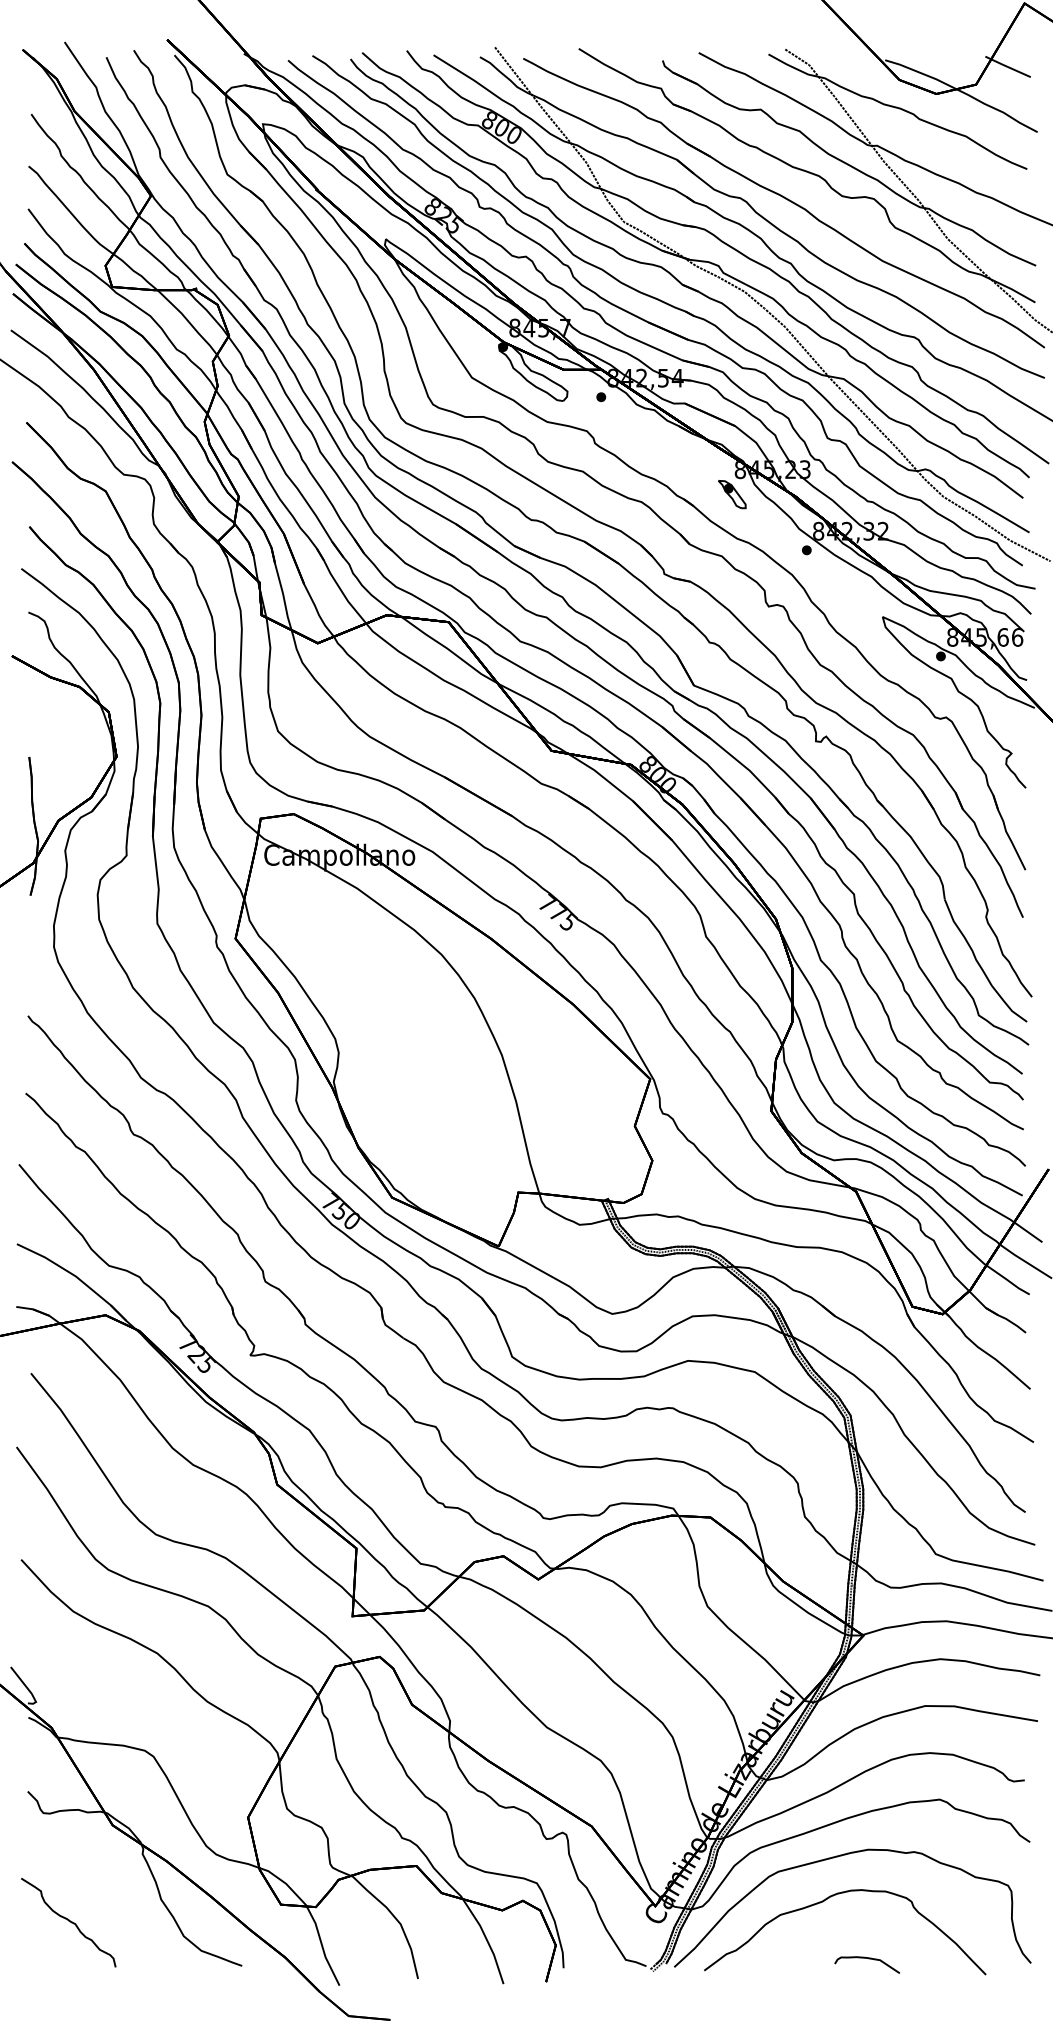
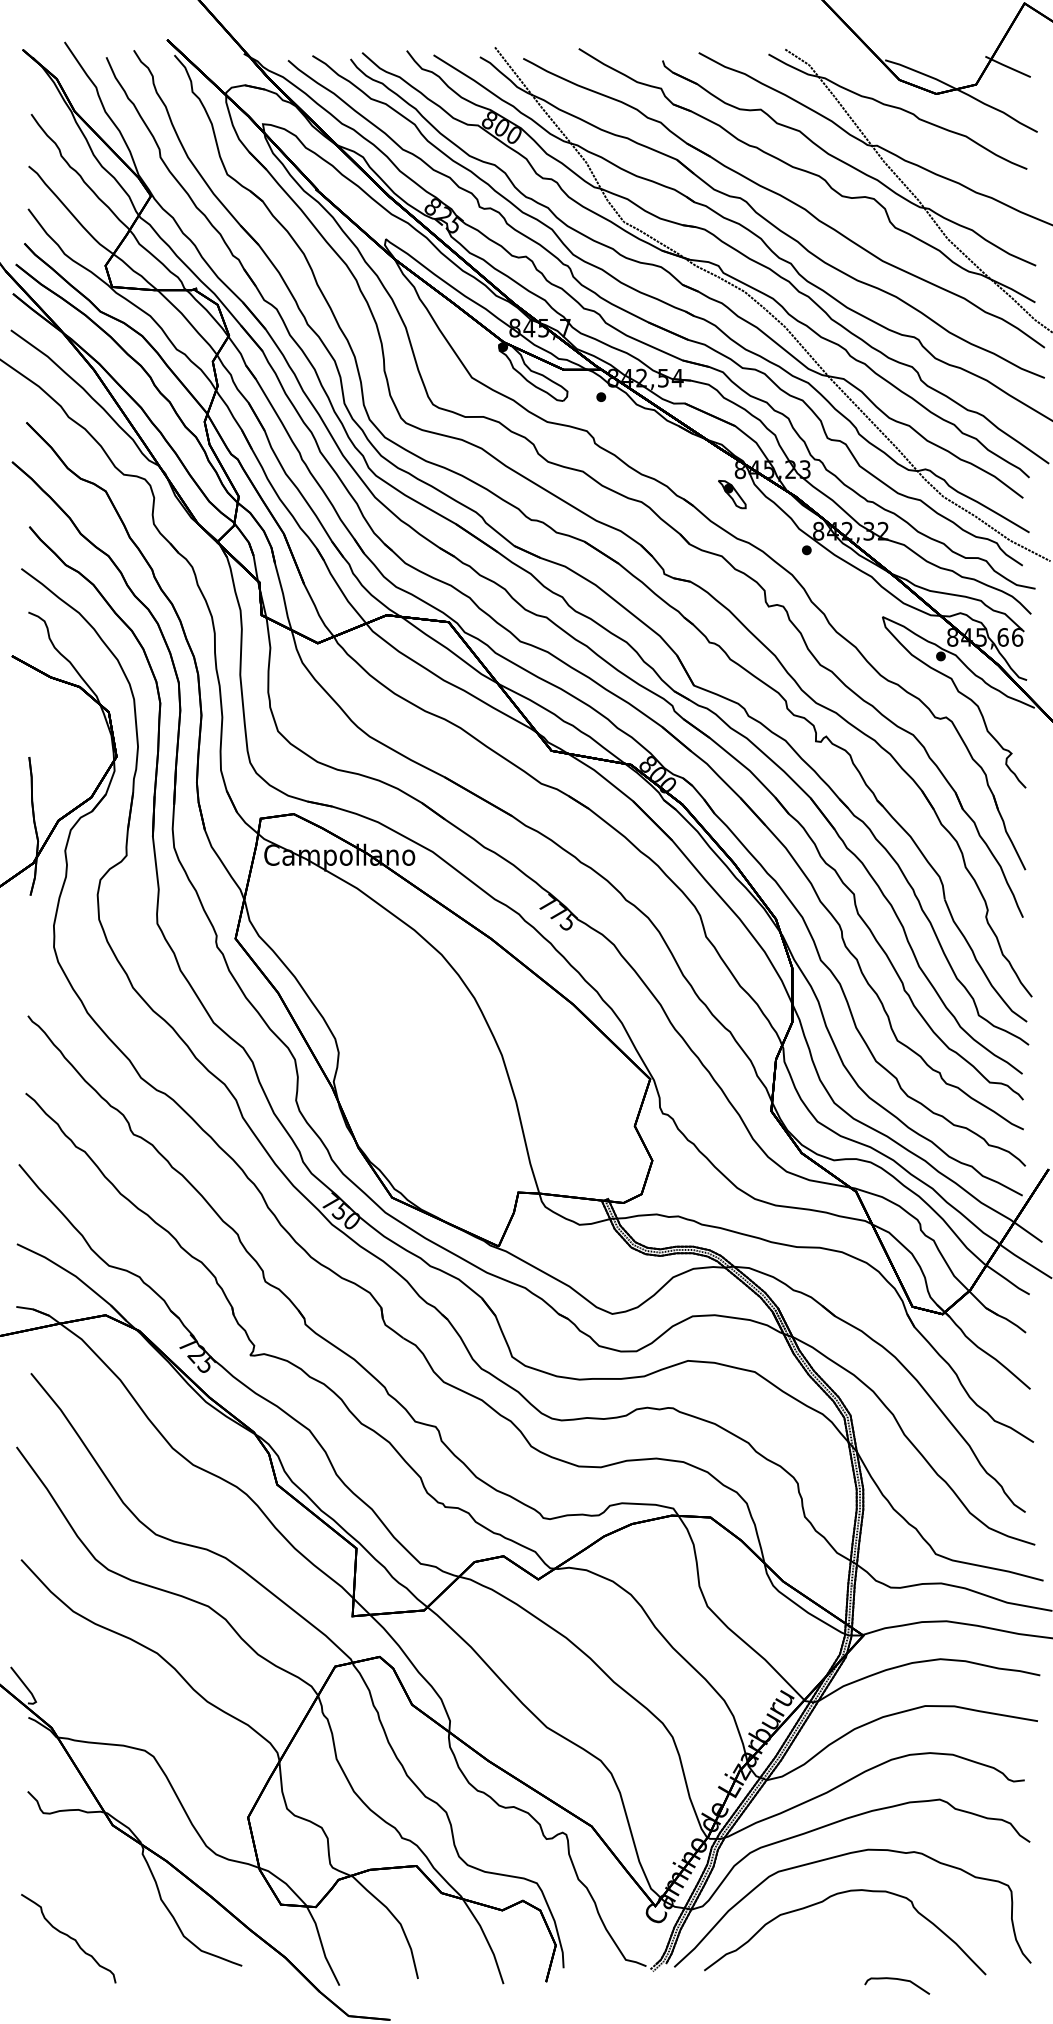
curve at (68, 1921) position: (68, 1921) -> (68, 1937)
curve at (868, 1959) position: (868, 1959) -> (898, 1980)
